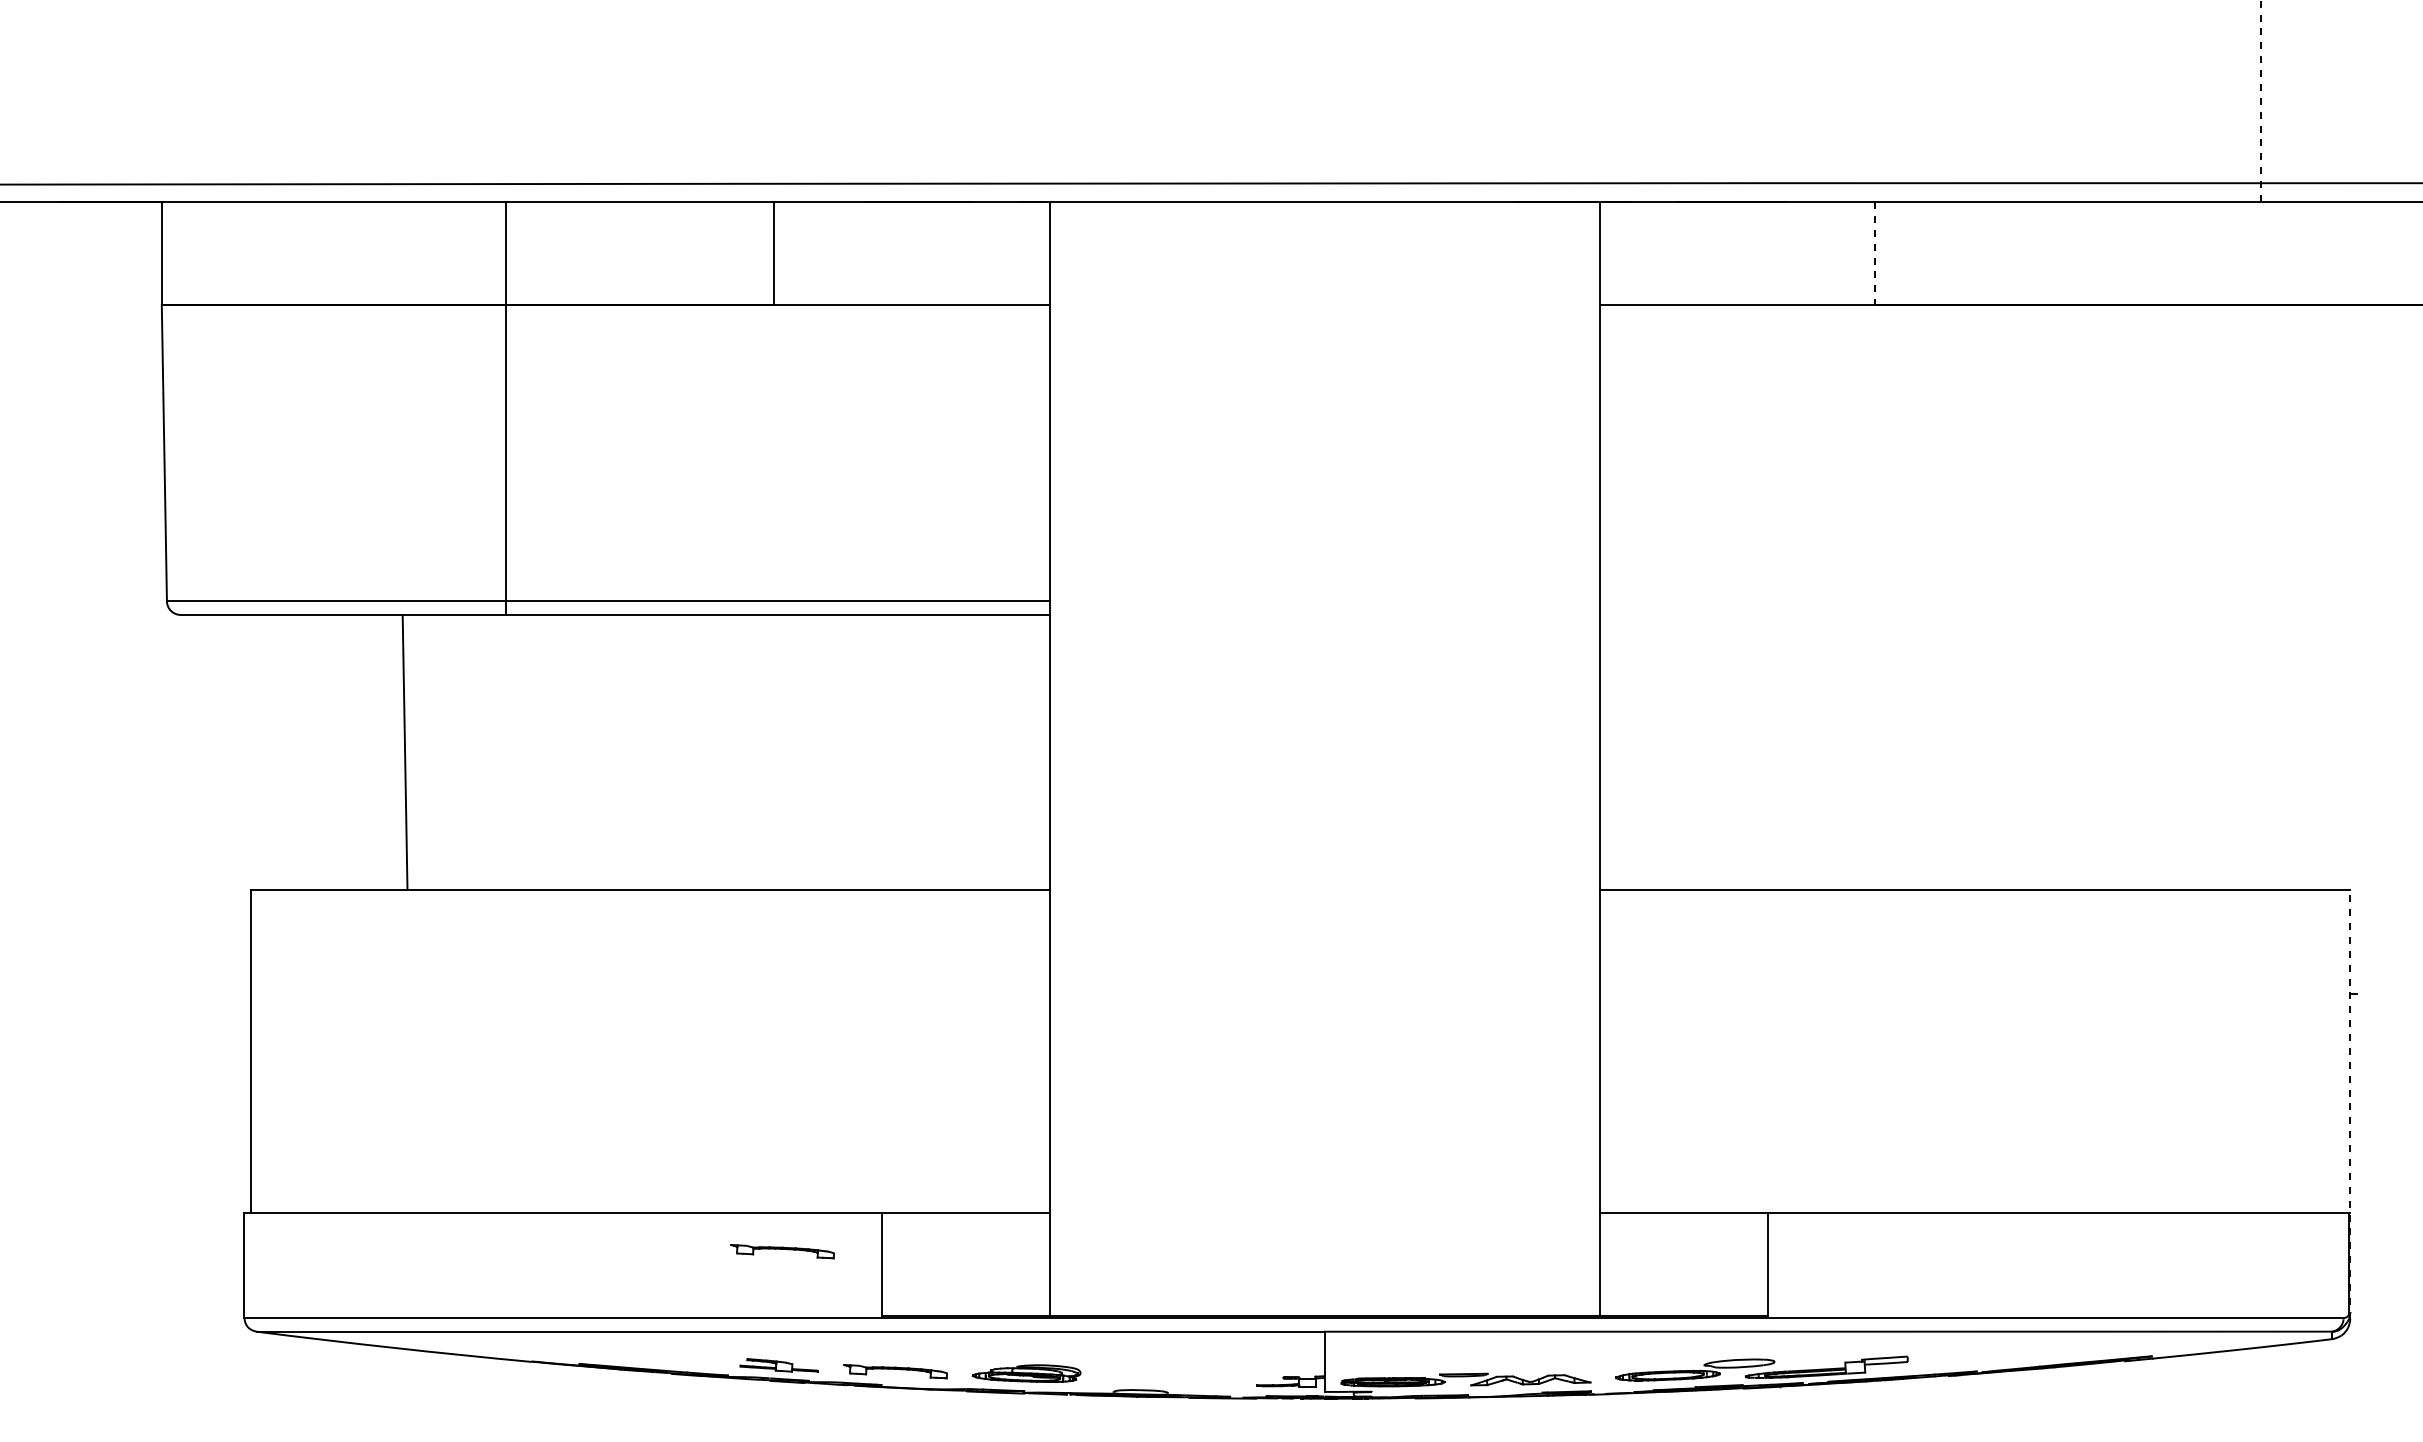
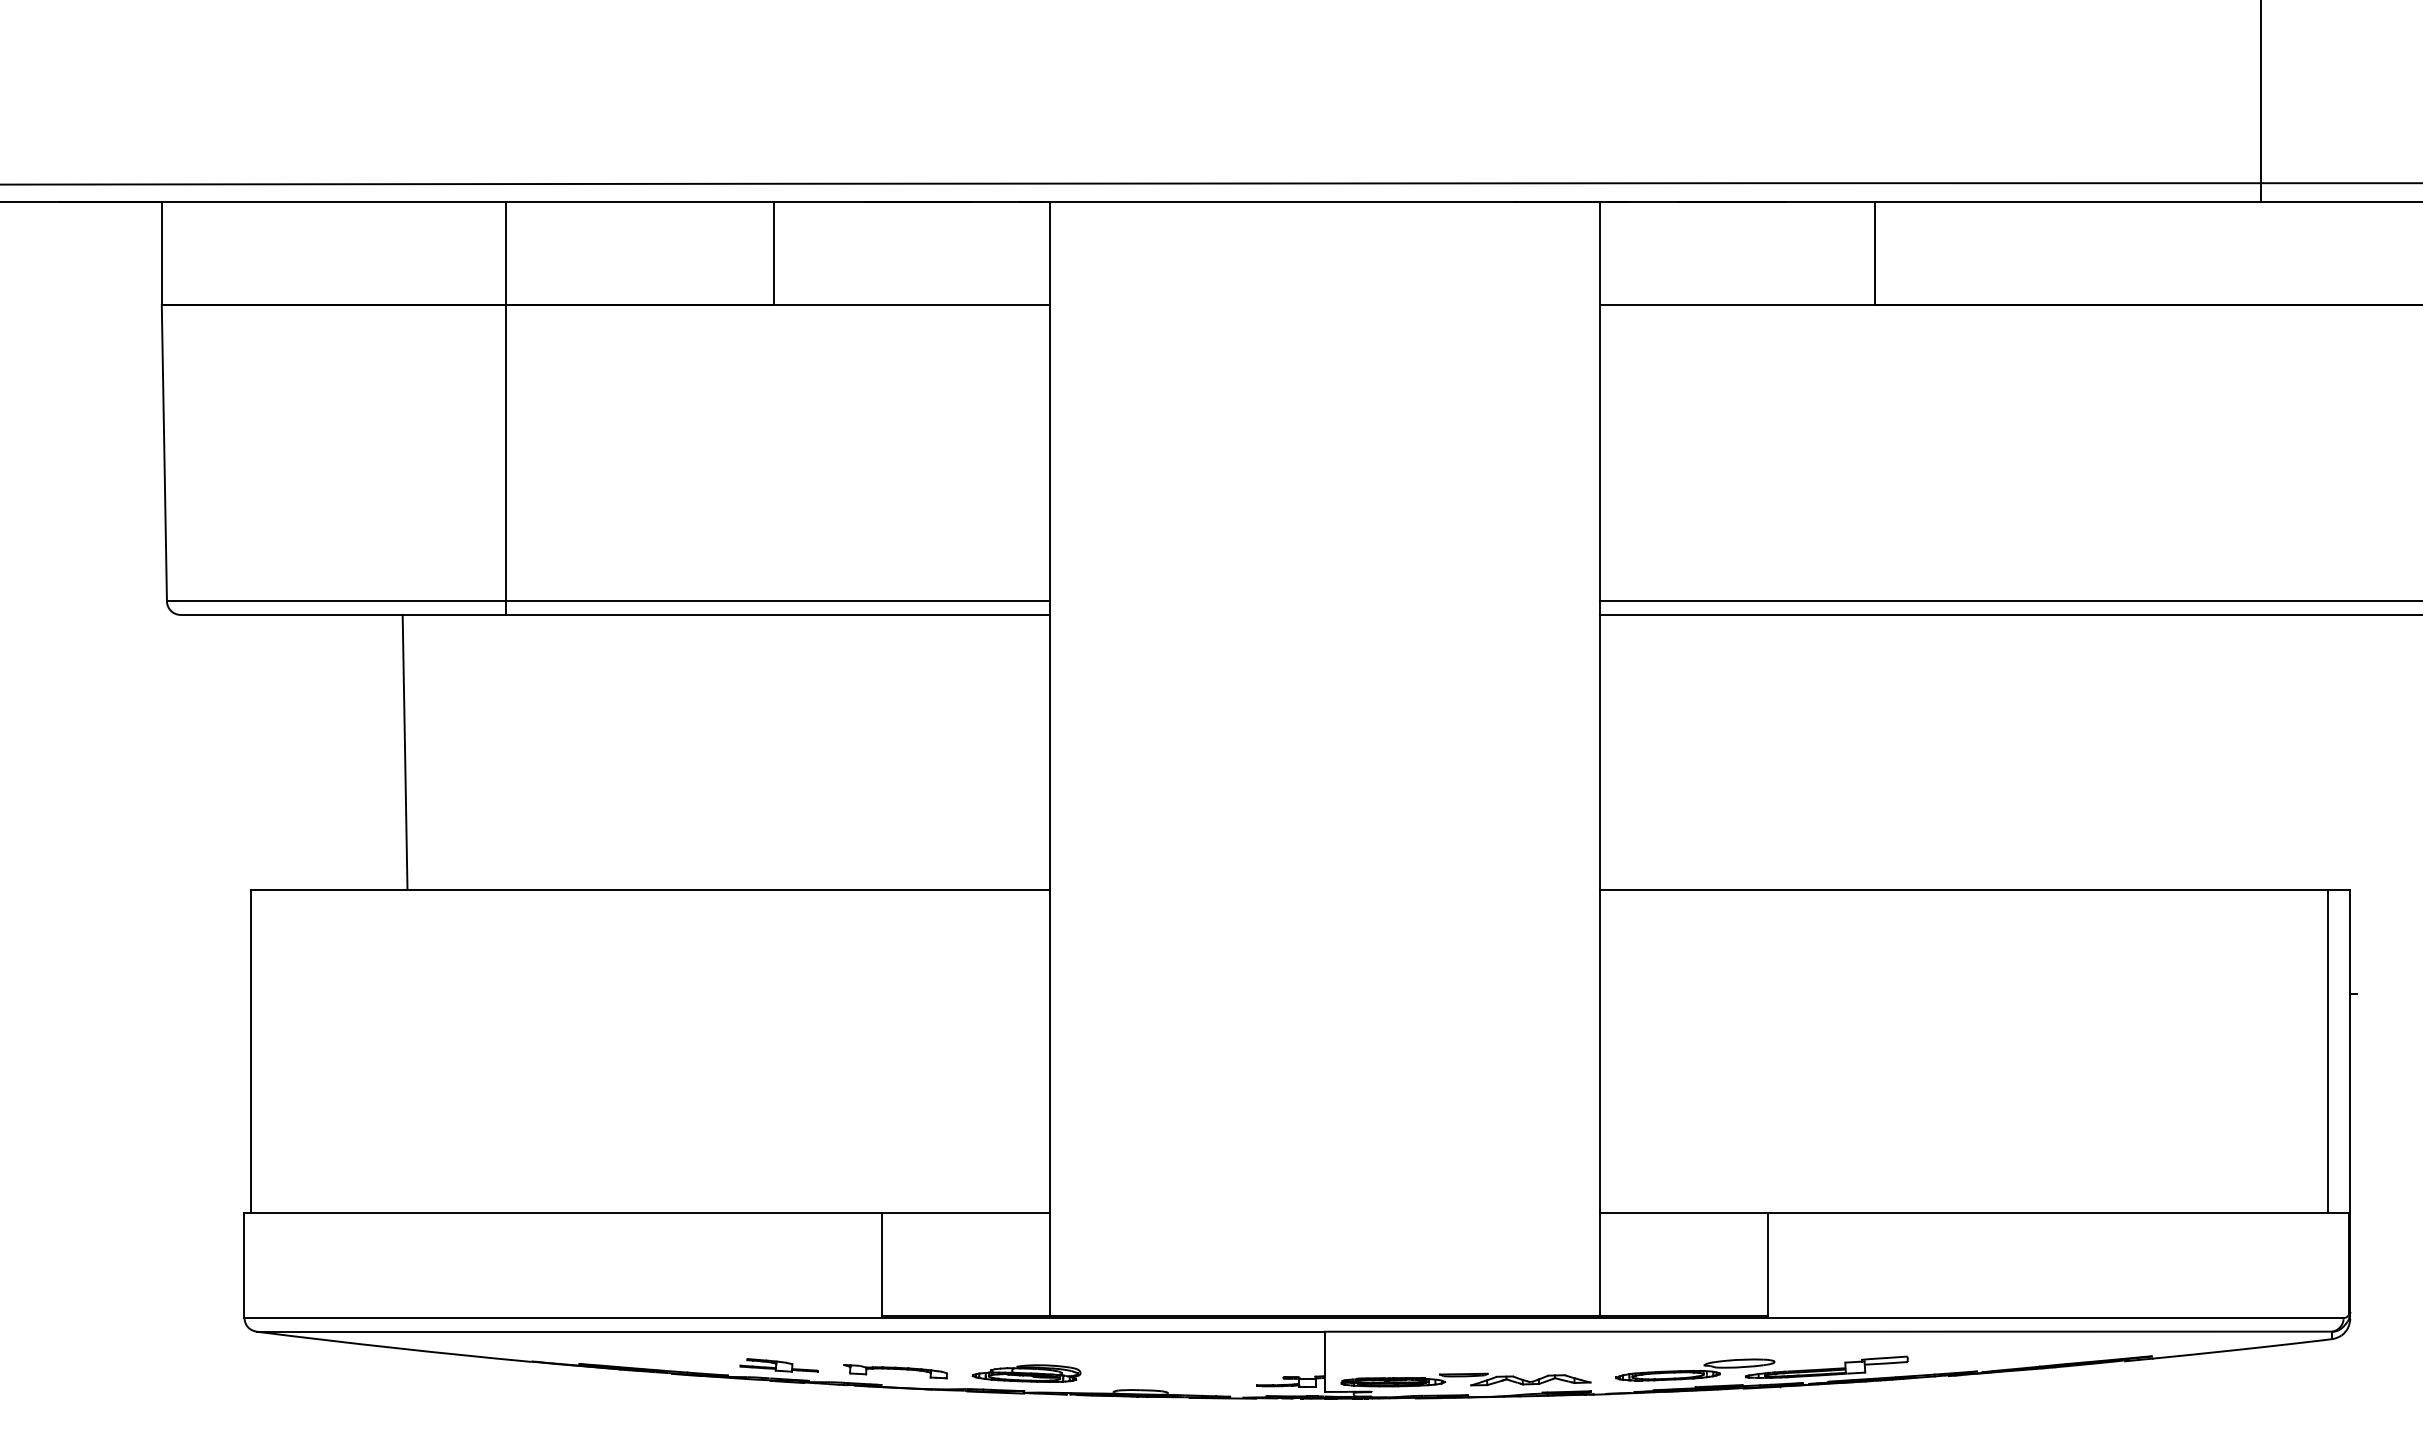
line at (2260, 101): dashed -> solid
line at (1875, 253): dashed -> solid
line at (2009, 601): none -> present
line at (2009, 614): none -> present
line at (2327, 1051): none -> present
line at (2350, 1104): dashed -> solid
part at (782, 1251): present -> none
